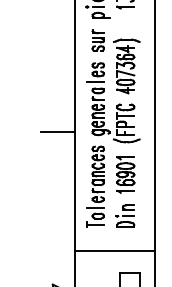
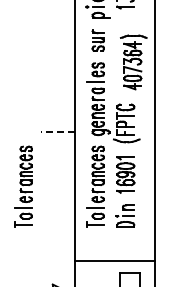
part at (126, 66) position: (126, 66) -> (133, 62)
line at (57, 131): solid -> dashed
part at (23, 186): none -> present
line at (114, 250) position: (114, 250) -> (114, 260)
